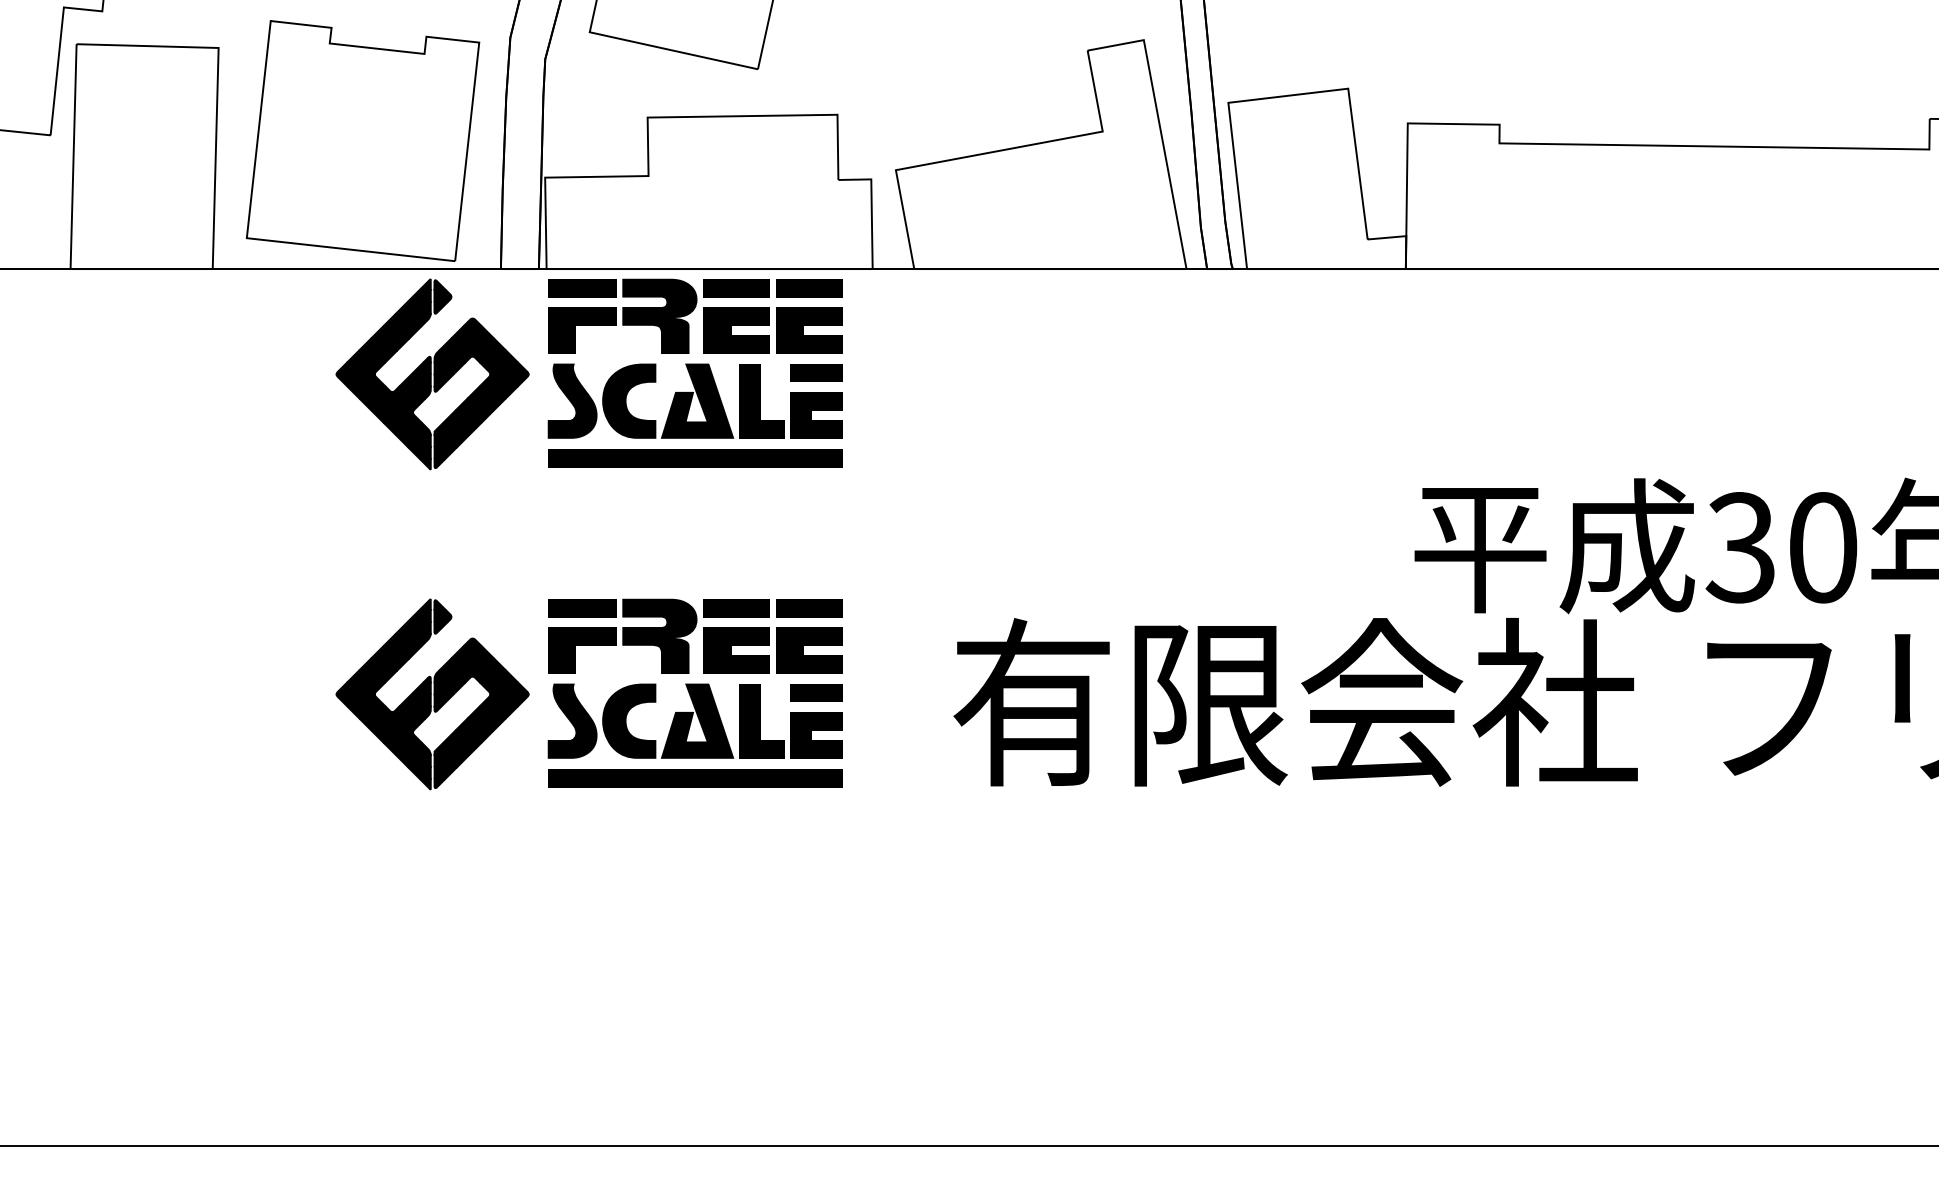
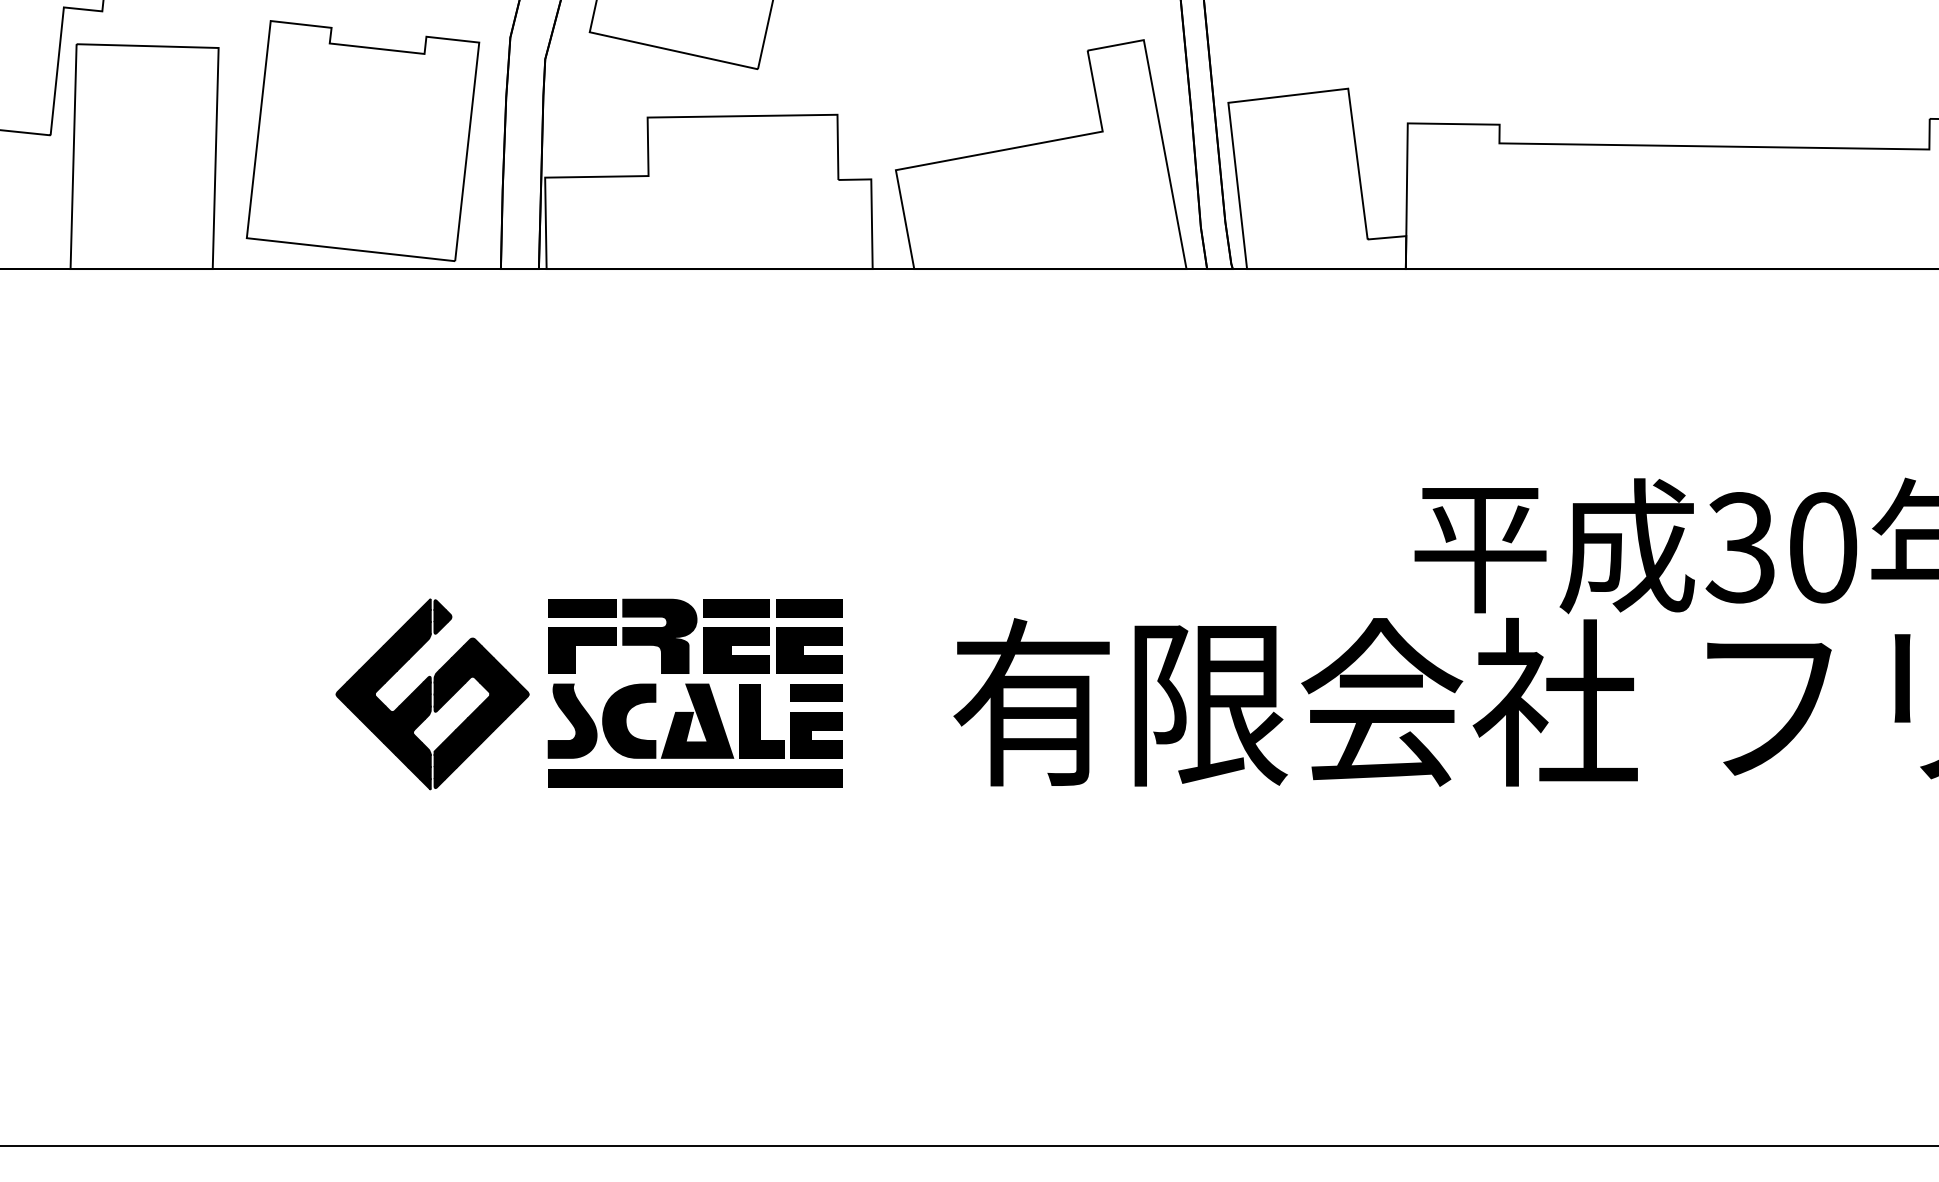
part at (578, 379): present -> none
